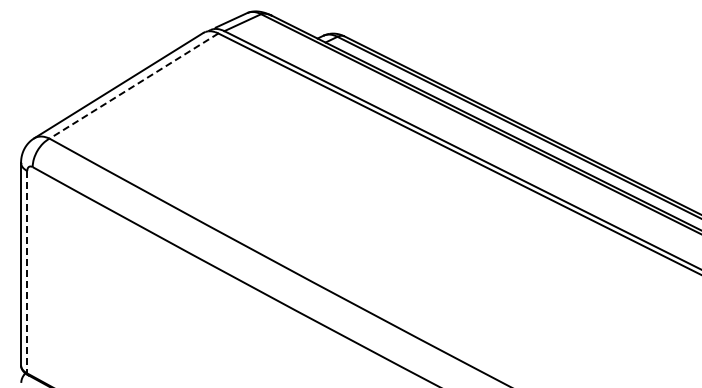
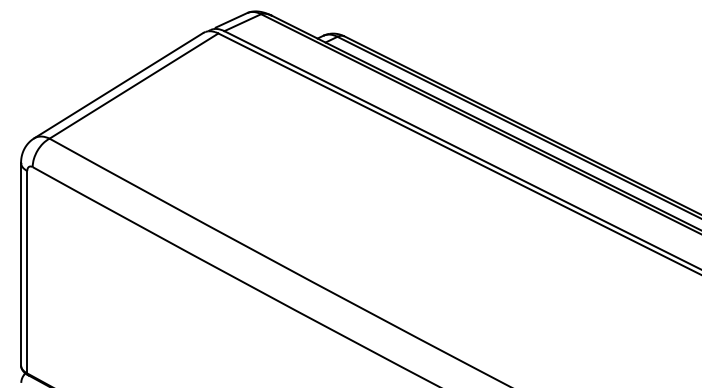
line at (133, 86): dashed -> solid
line at (27, 272): dashed -> solid
